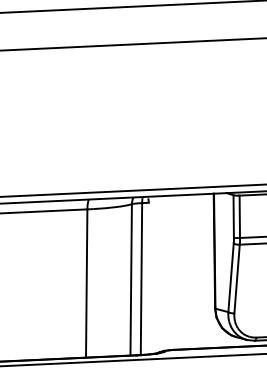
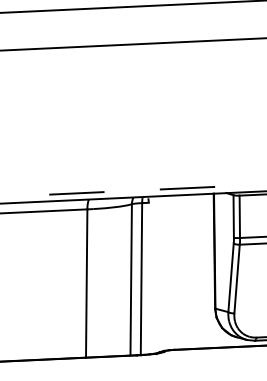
line at (132, 190): solid -> dashed
line at (132, 360): present -> none
